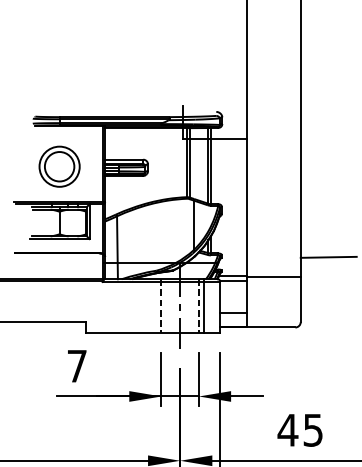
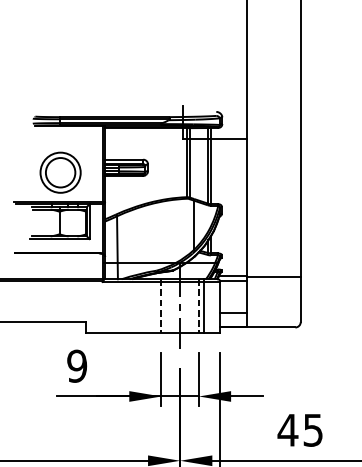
part at (59, 166) position: (59, 166) -> (60, 172)
line at (328, 256): present -> none
text at (77, 365): 7 -> 9
